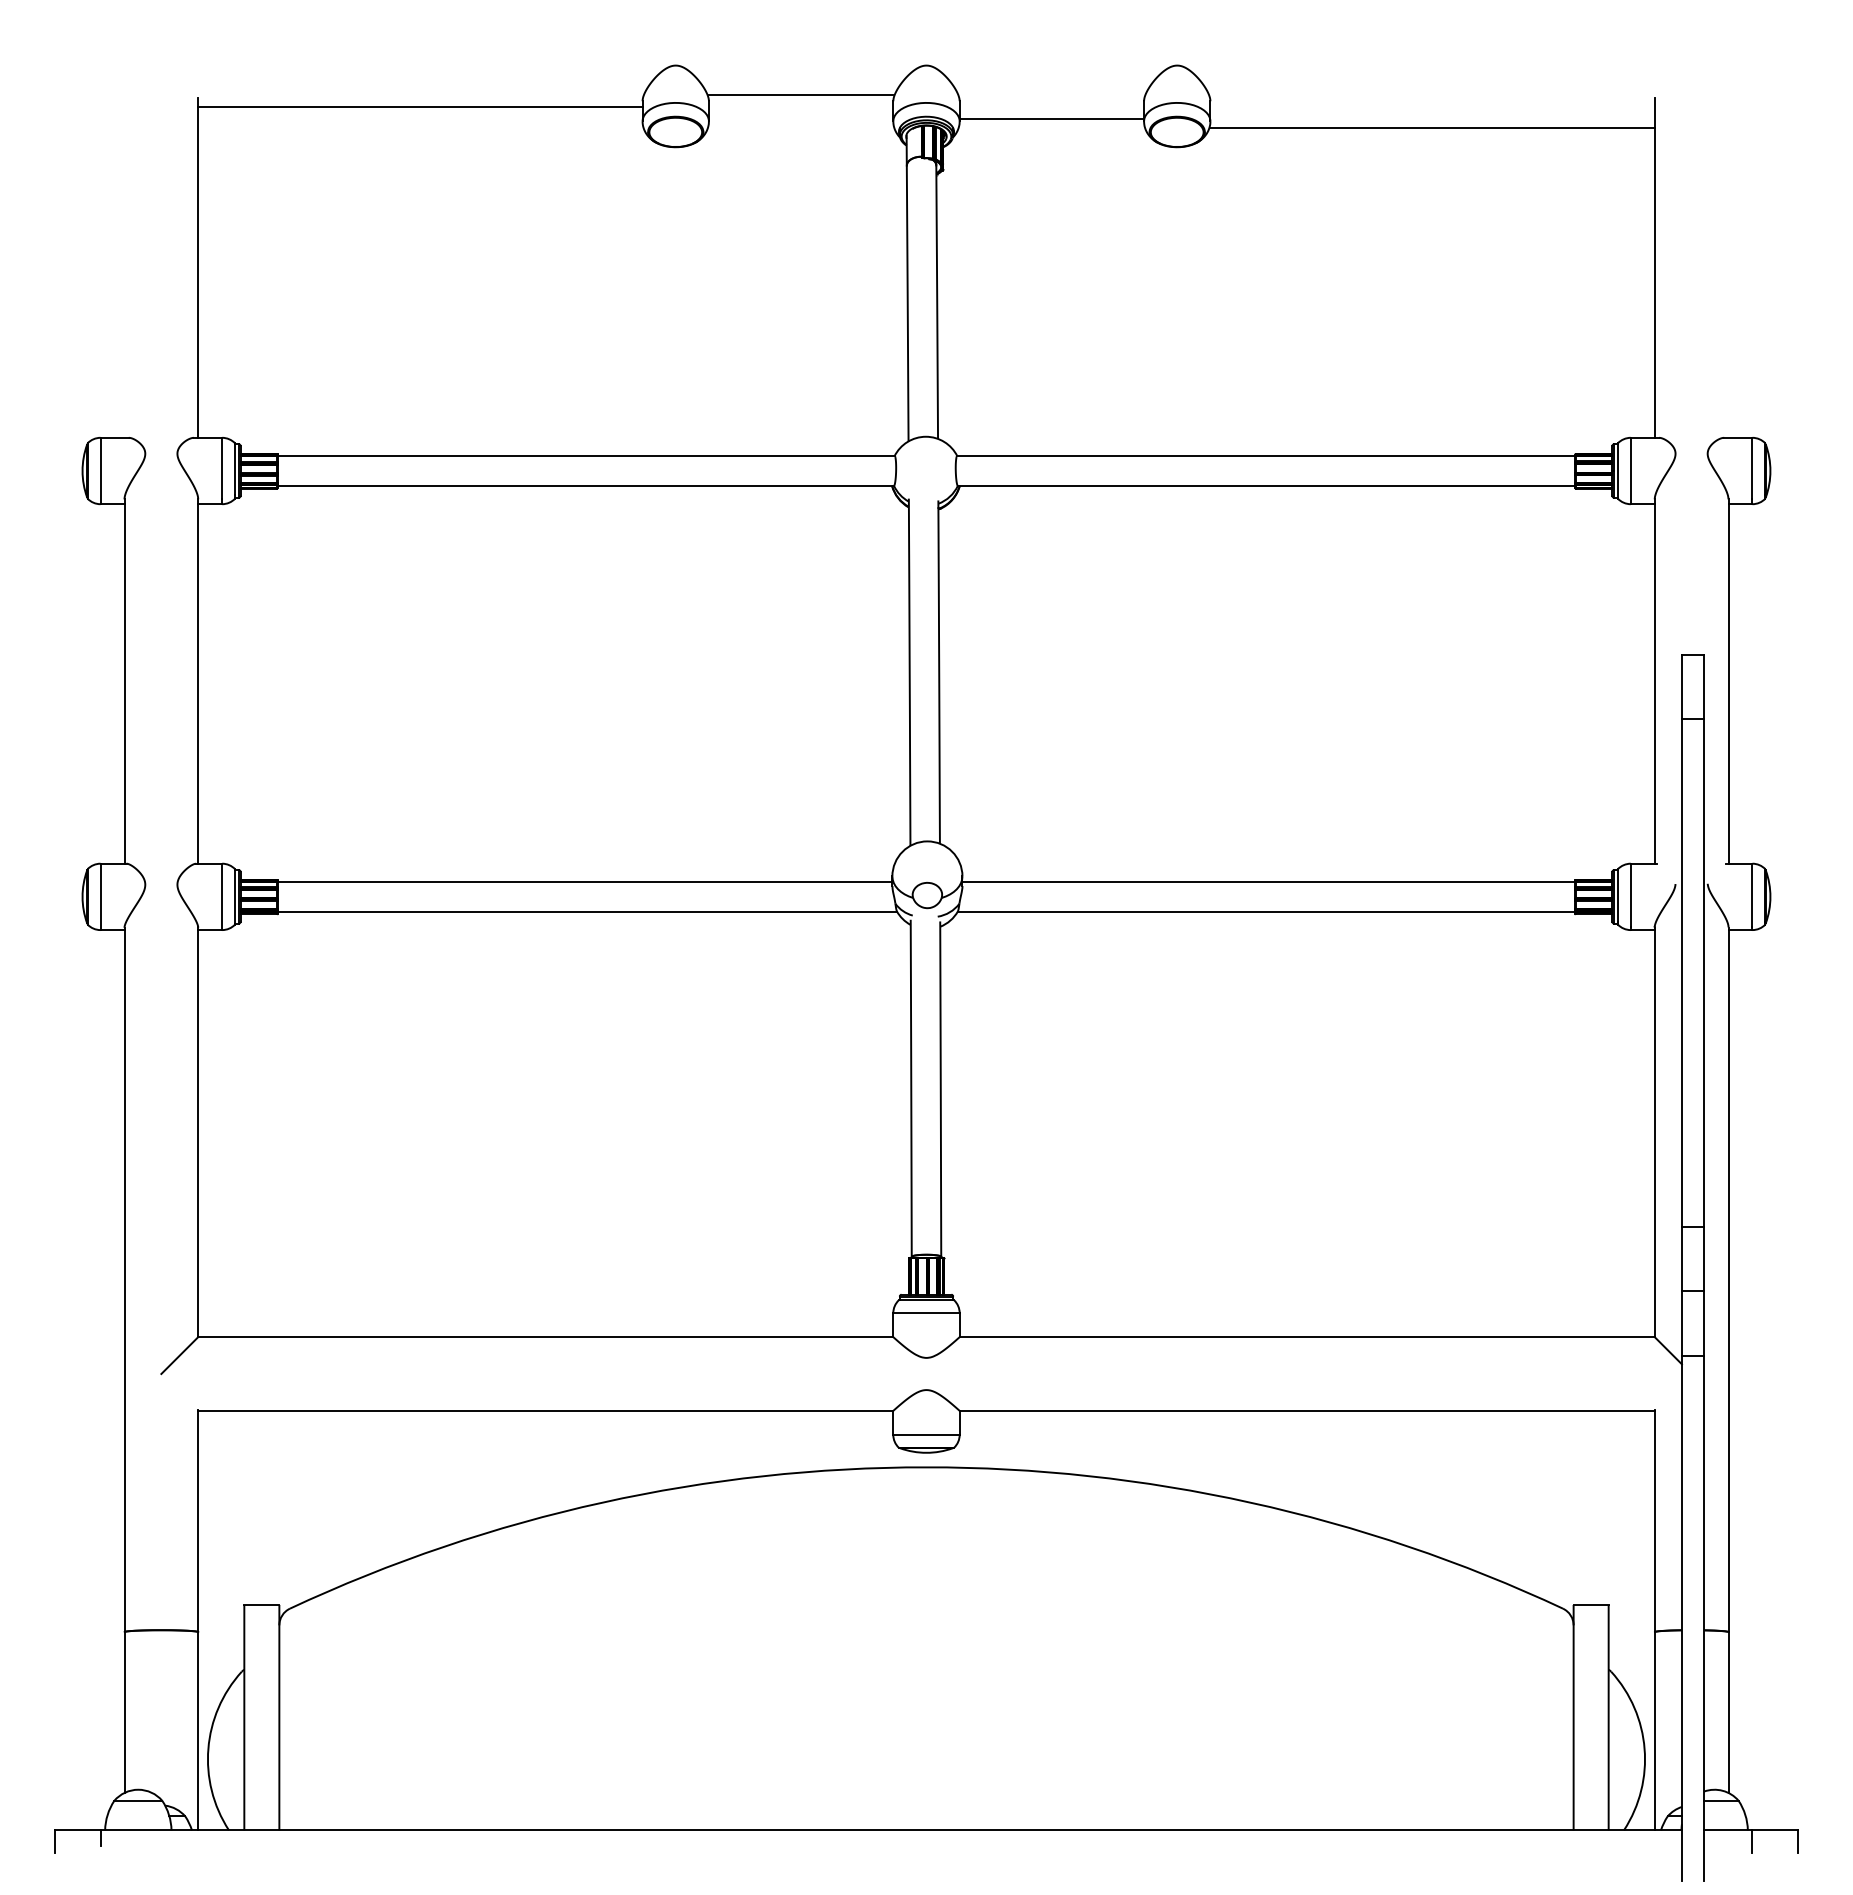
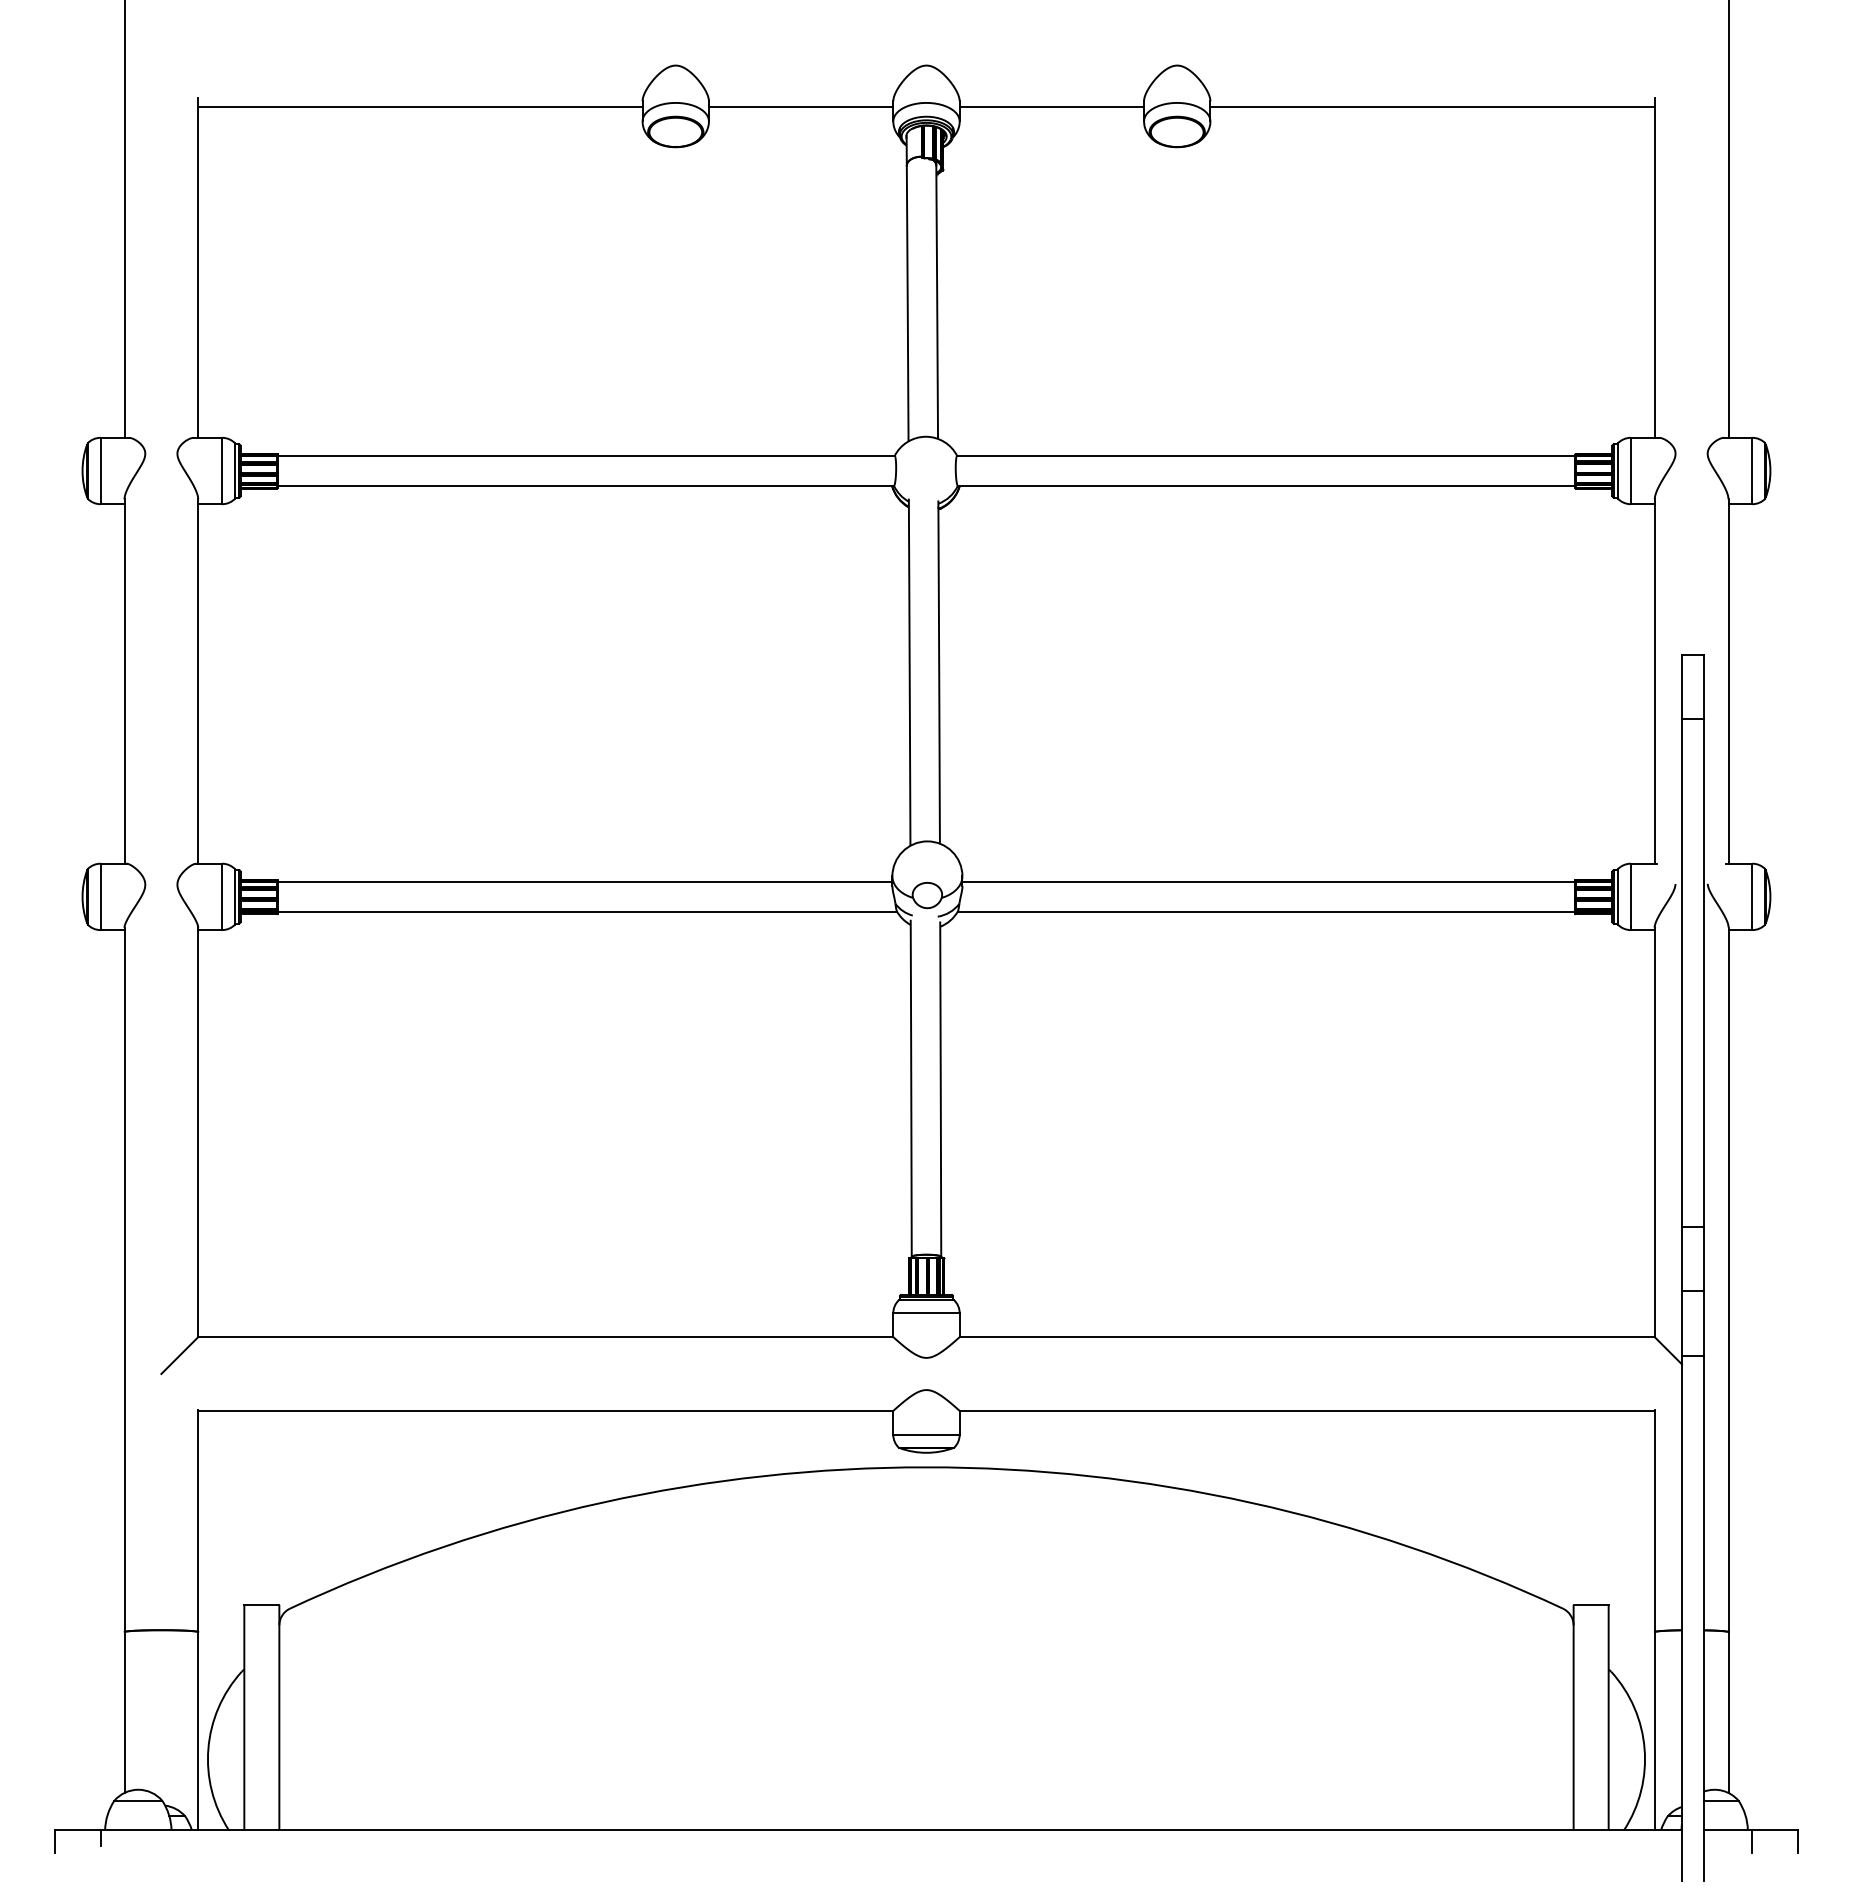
line at (800, 95) position: (800, 95) -> (800, 107)
line at (1051, 119) position: (1051, 119) -> (1051, 107)
line at (1432, 128) position: (1432, 128) -> (1432, 107)
line at (124, 219): none -> present
line at (1728, 219): none -> present
